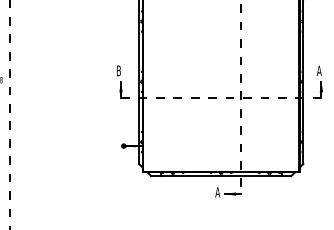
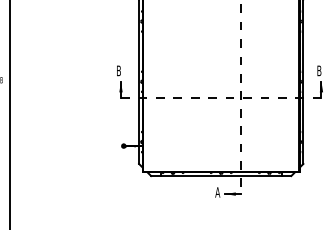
text at (318, 70): A -> B
line at (10, 115): dashed -> solid
